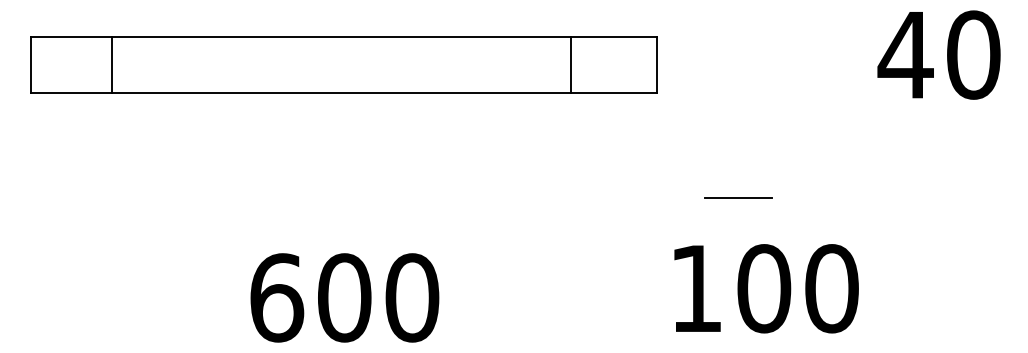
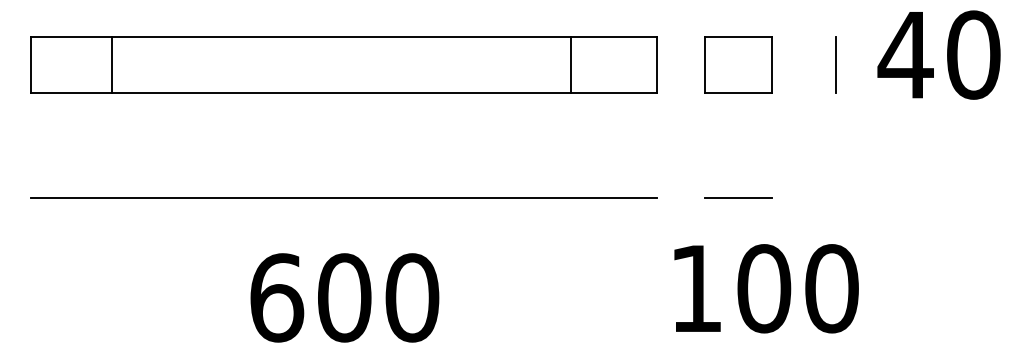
part at (738, 64): none -> present
line at (835, 64): none -> present
line at (343, 198): none -> present
